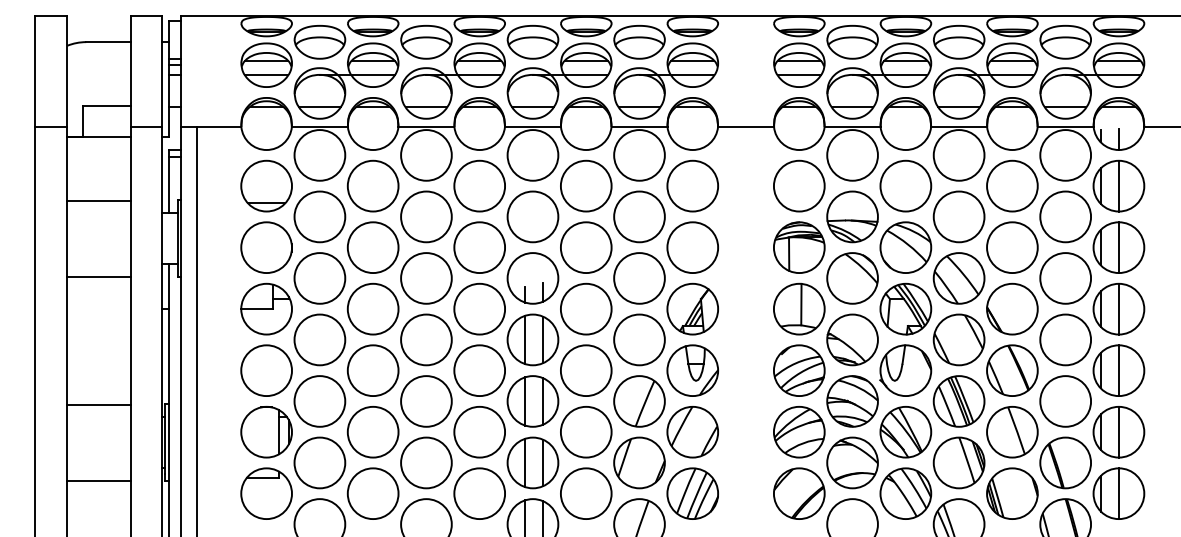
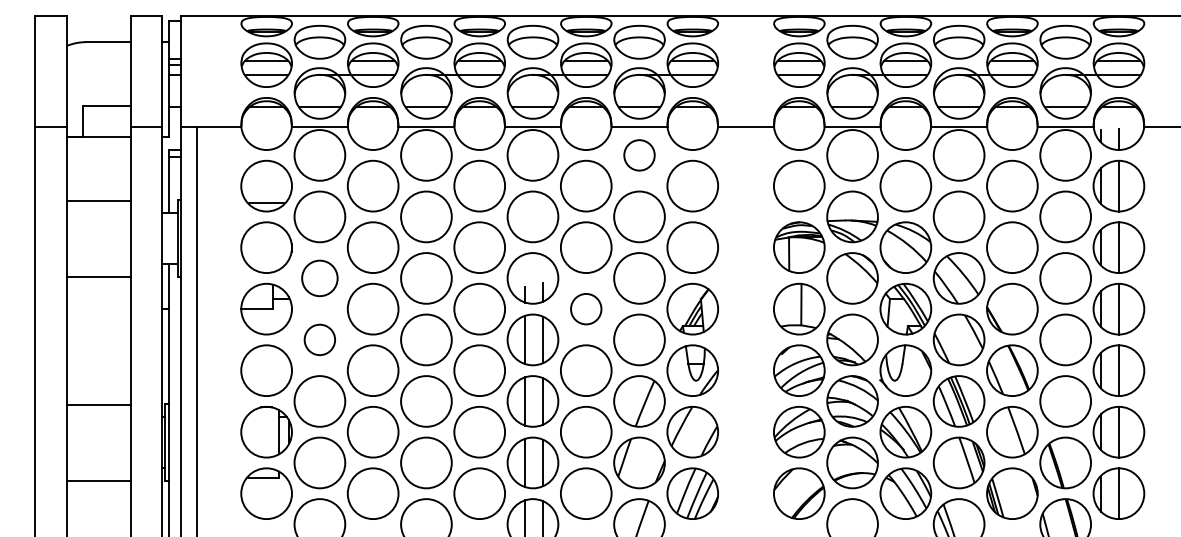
circle at (639, 155) diameter: 51 px -> 30 px
circle at (319, 278) diameter: 51 px -> 36 px
circle at (585, 308) diameter: 51 px -> 30 px
circle at (319, 339) diameter: 51 px -> 30 px
